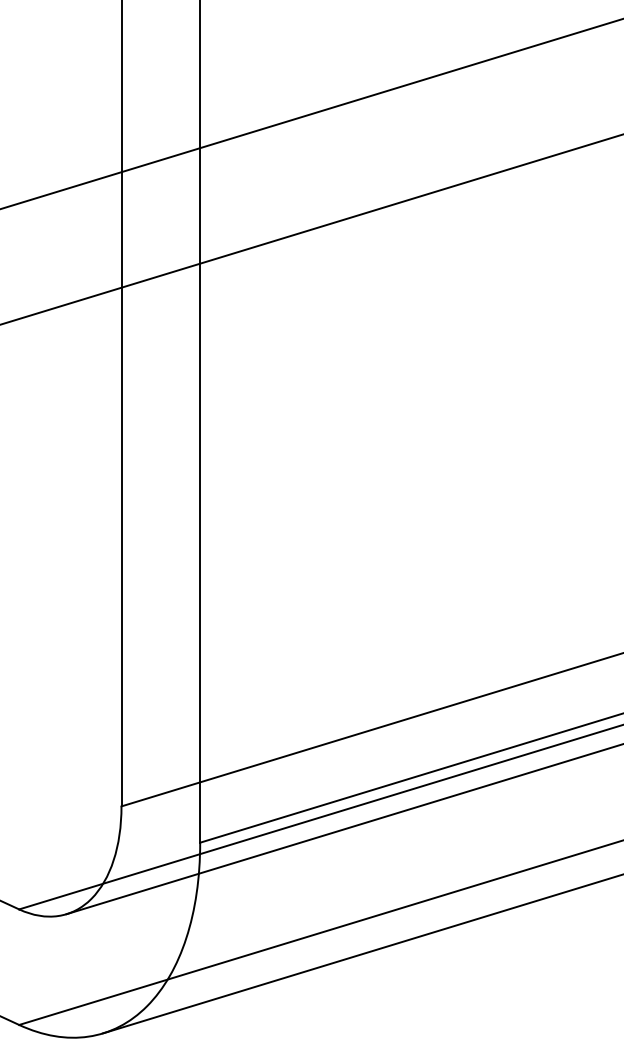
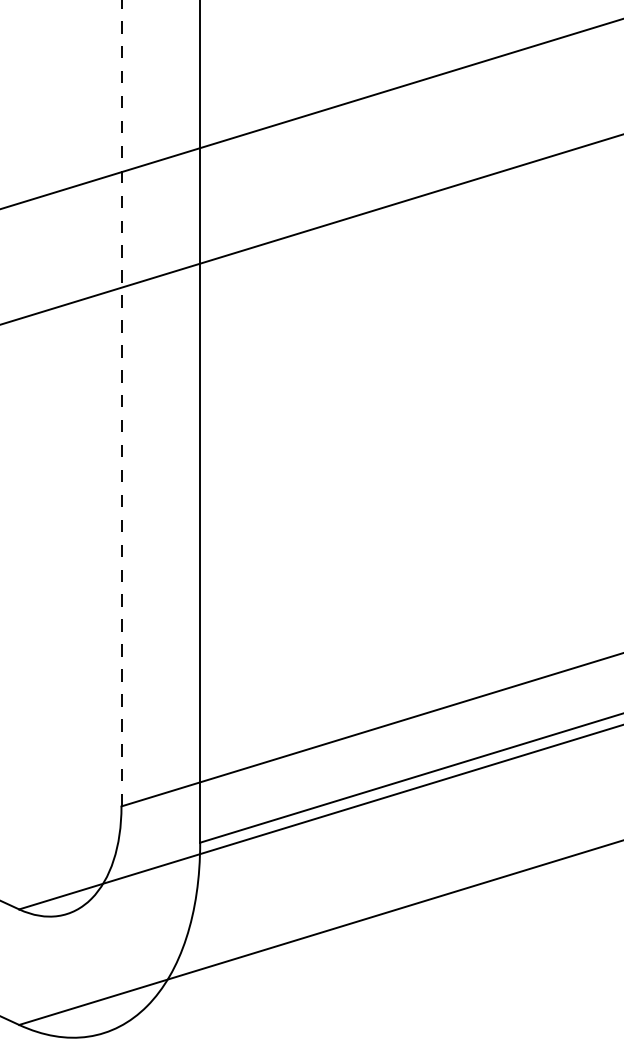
line at (121, 403): solid -> dashed
line at (343, 829): present -> none
line at (361, 954): present -> none
